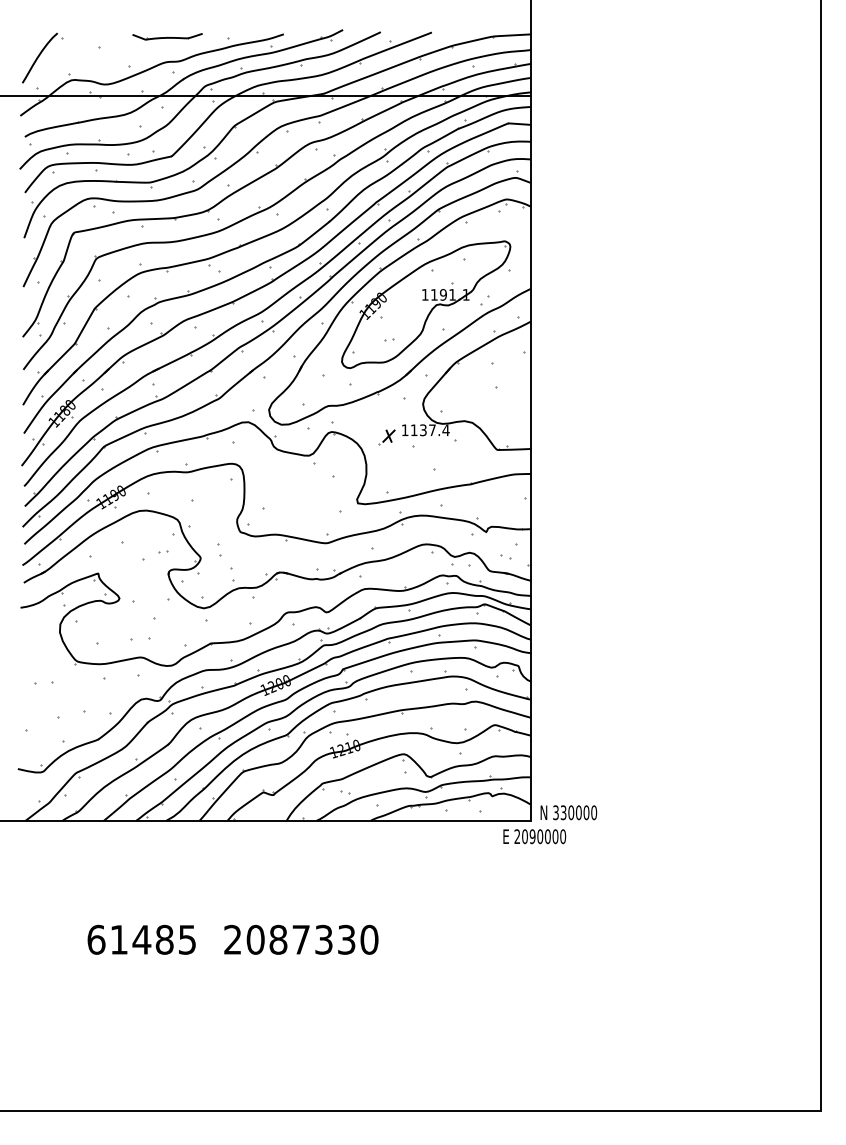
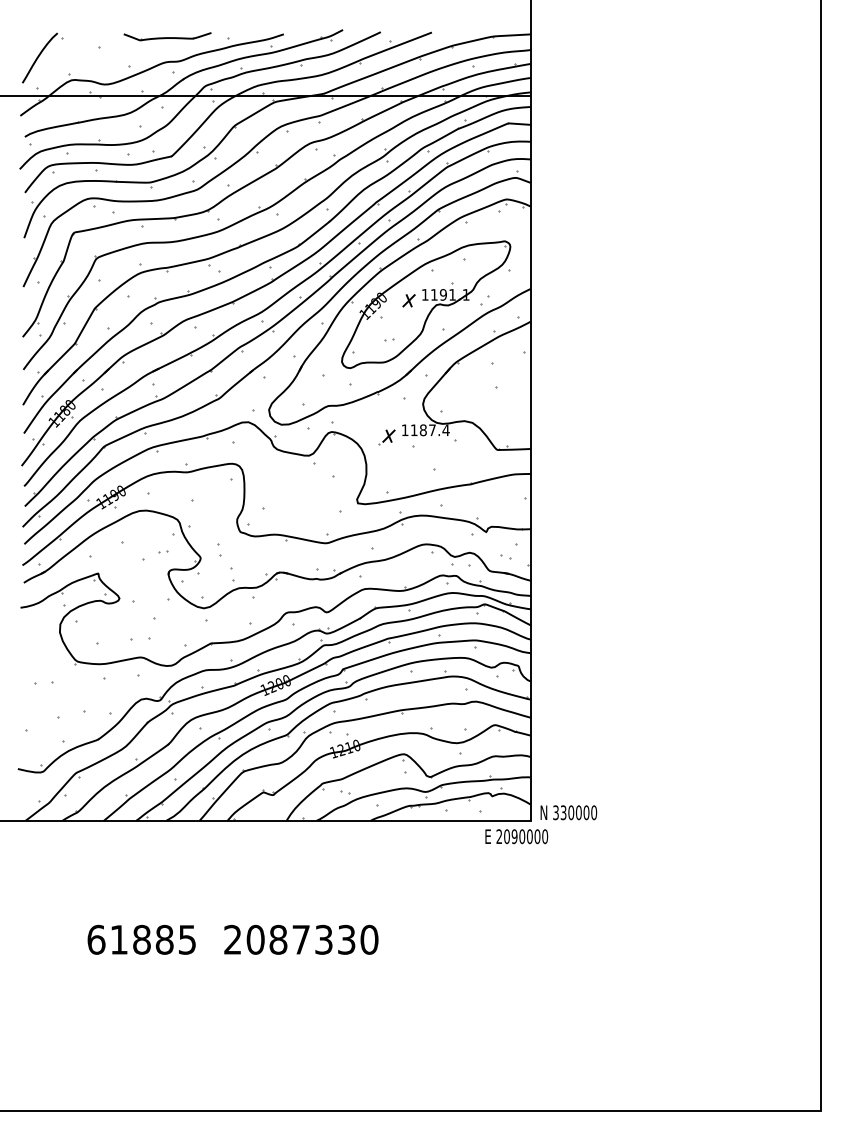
part at (167, 36) size: 71x8 px -> 89x10 px
part at (408, 300): none -> present
text at (422, 430): 1137.4 -> 1187.4
text at (534, 836) position: (534, 836) -> (516, 836)
text at (141, 939): 61485 -> 61885
